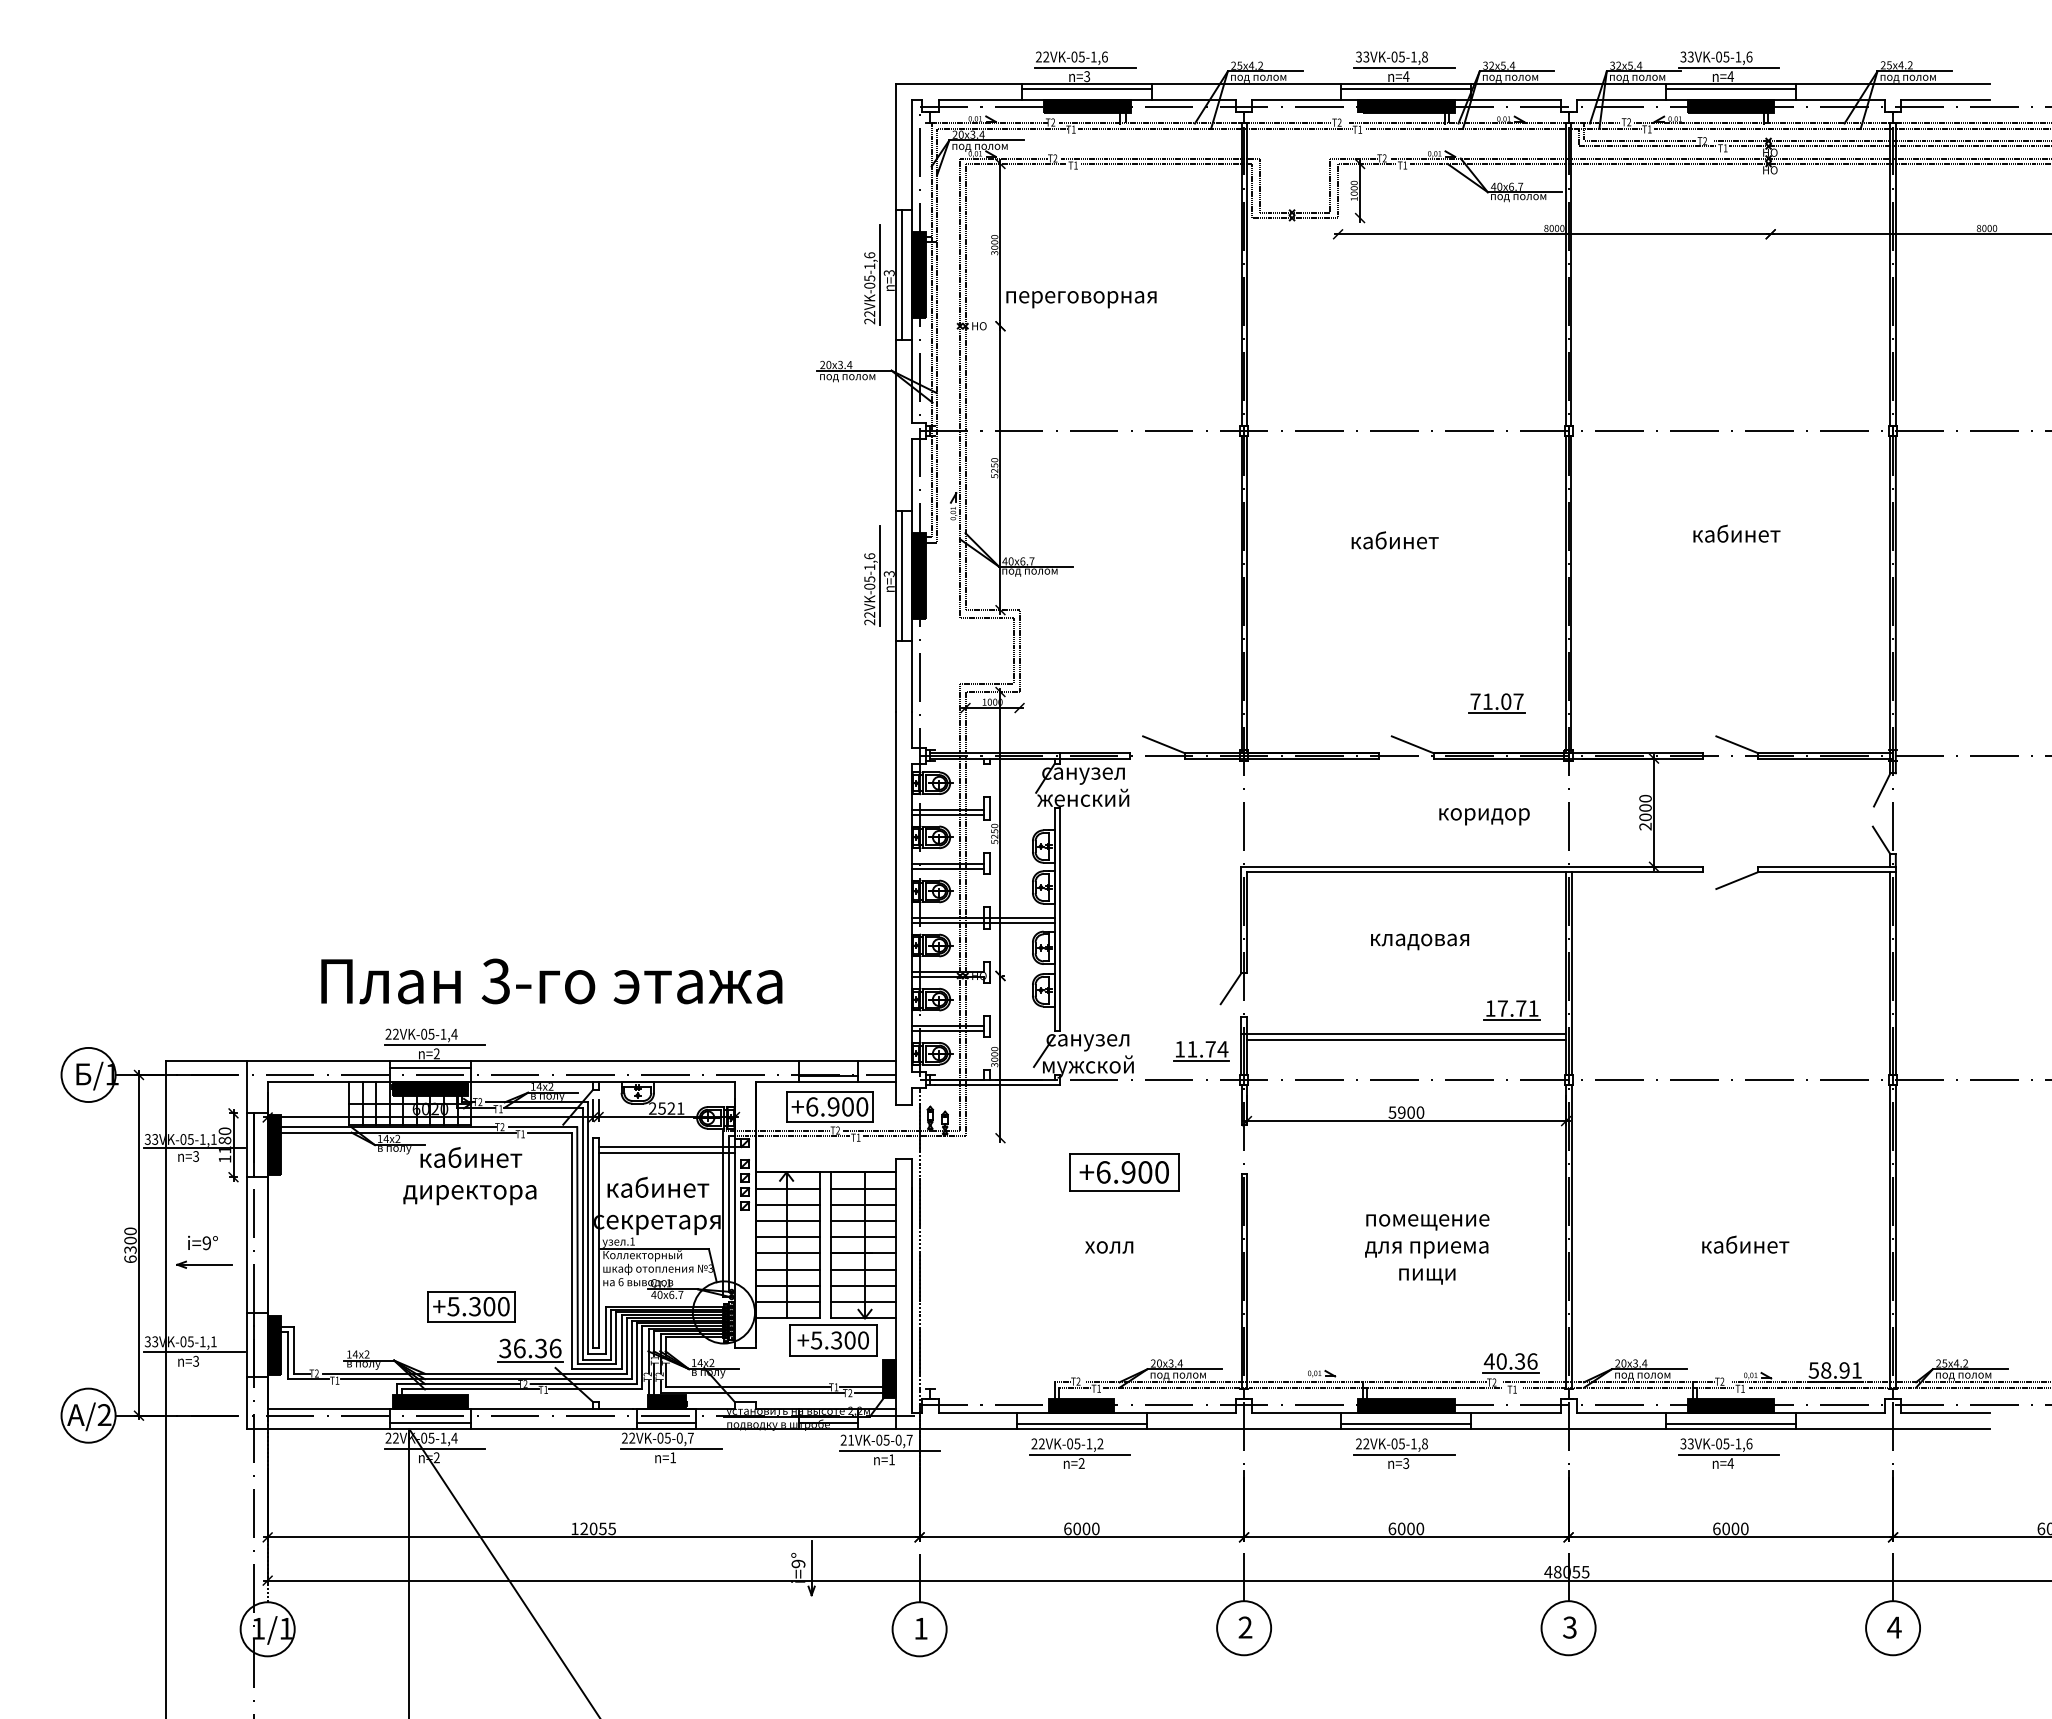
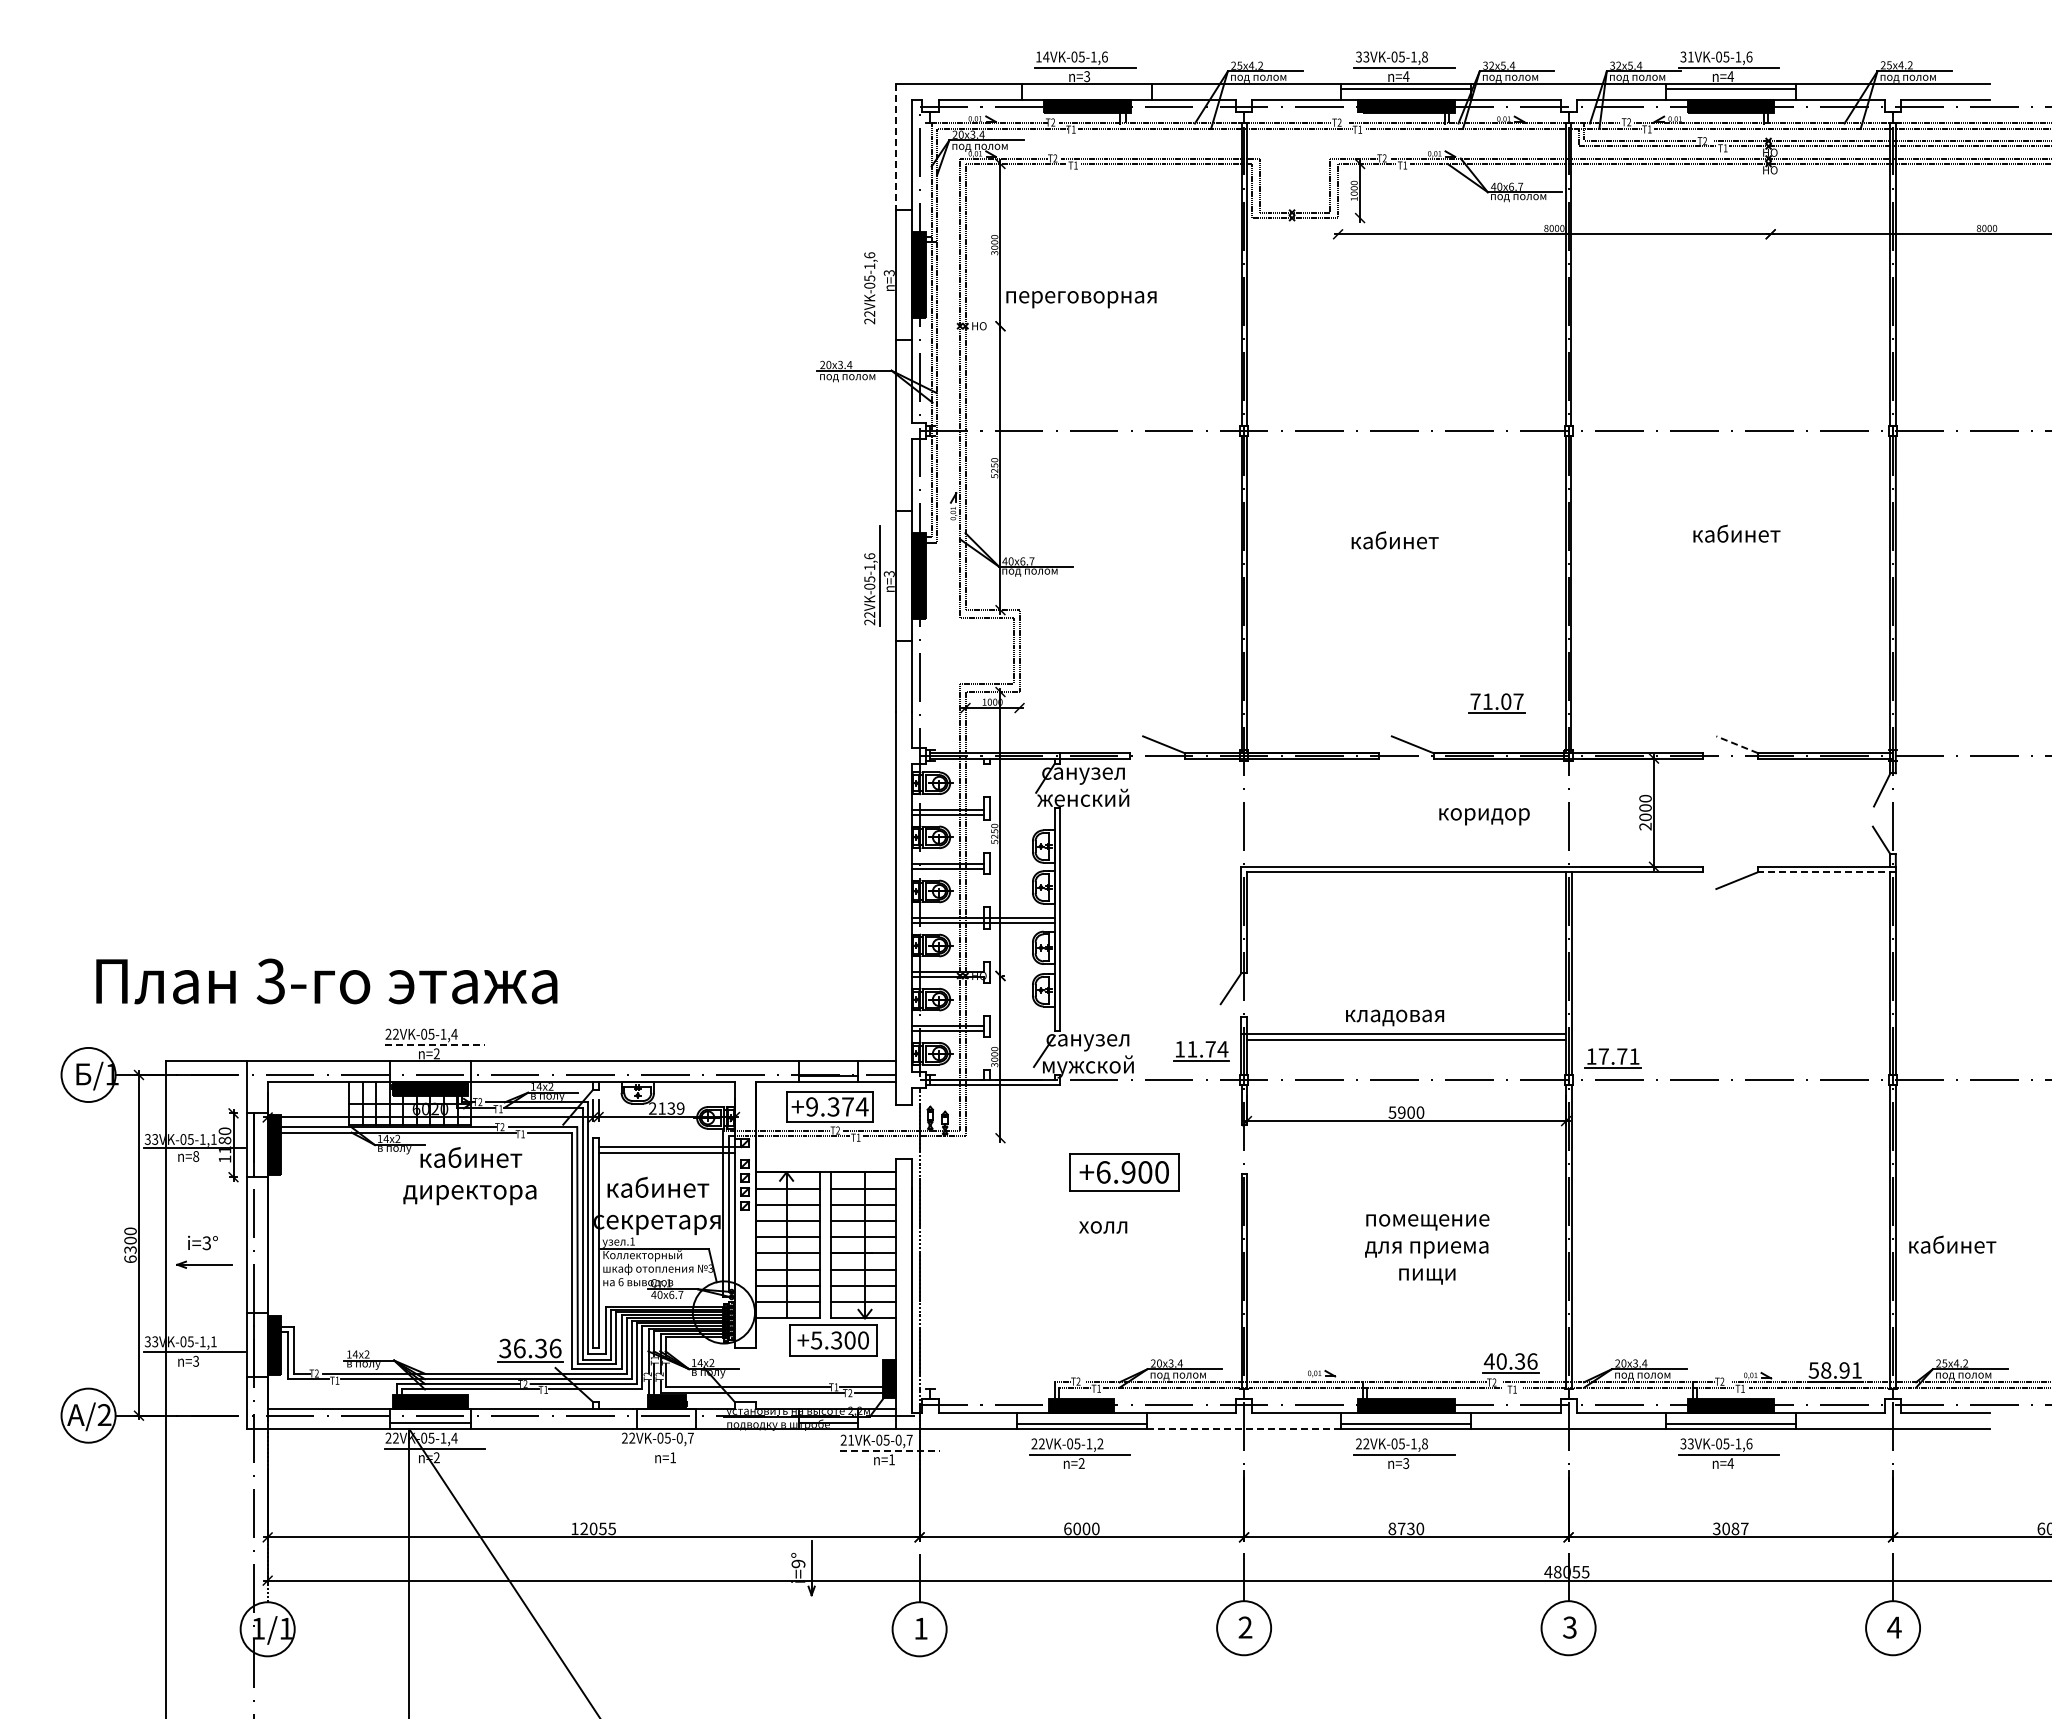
text at (1042, 56): 22VK-05-1,6 -> 14VK-05-1,6
text at (1690, 56): 33VK-05-1,6 -> 31VK-05-1,6
line at (1087, 89): present -> none
line at (896, 147): solid -> dashed
line at (880, 274): present -> none
line at (901, 274): present -> none
line at (901, 575): present -> none
line at (1737, 744): solid -> dashed
line at (1826, 872): solid -> dashed
text at (1420, 941) position: (1420, 941) -> (1395, 1017)
text at (551, 981) position: (551, 981) -> (326, 981)
part at (1511, 1010) position: (1511, 1010) -> (1612, 1058)
line at (435, 1044): solid -> dashed
line at (429, 1067): present -> none
text at (837, 1106): +6.900 -> +9.374
text at (671, 1108): 2521 -> 2139
text at (196, 1156): n=3 -> n=8
text at (206, 1243): i=9° -> i=3°
text at (1745, 1244) position: (1745, 1244) -> (1952, 1244)
text at (1109, 1247) position: (1109, 1247) -> (1103, 1227)
part at (471, 1306): present -> none
line at (666, 1422): present -> none
line at (1243, 1429): solid -> dashed
line at (671, 1448): present -> none
line at (890, 1450): solid -> dashed
text at (1401, 1528): 6000 -> 8730
text at (1730, 1528): 6000 -> 3087
